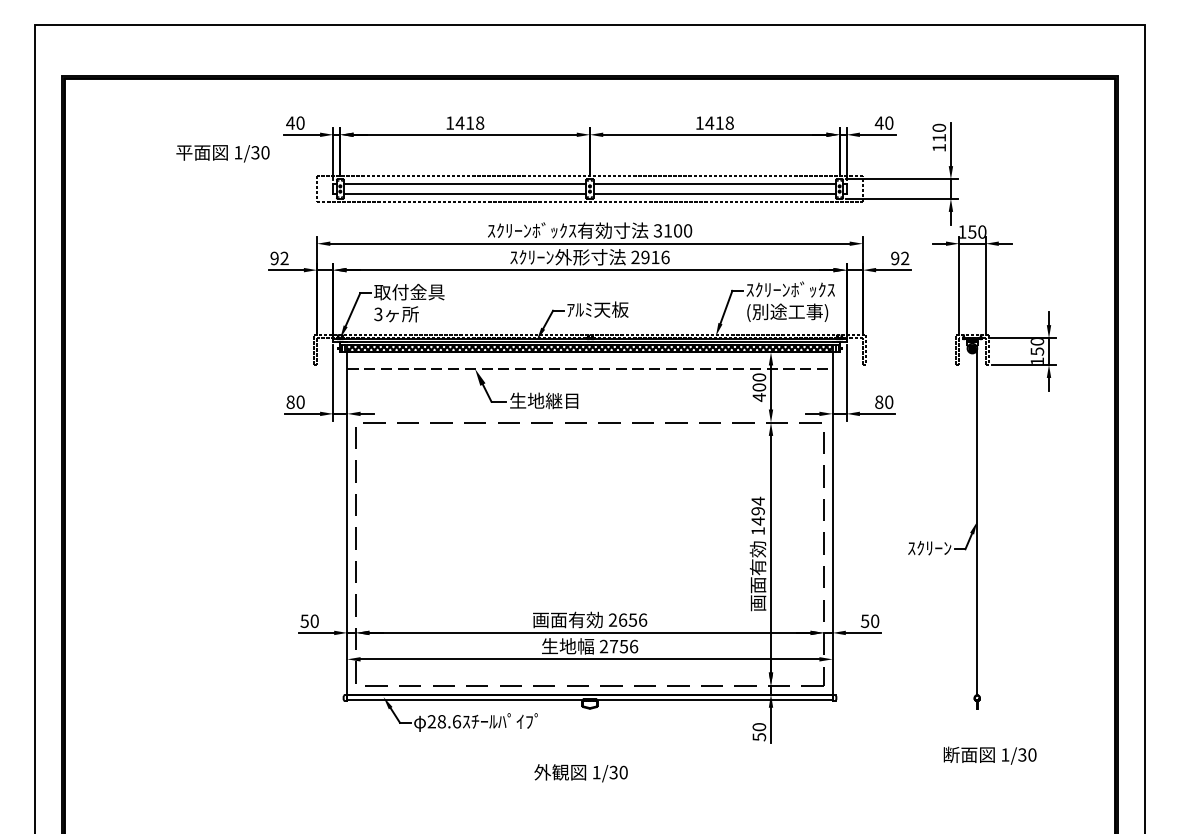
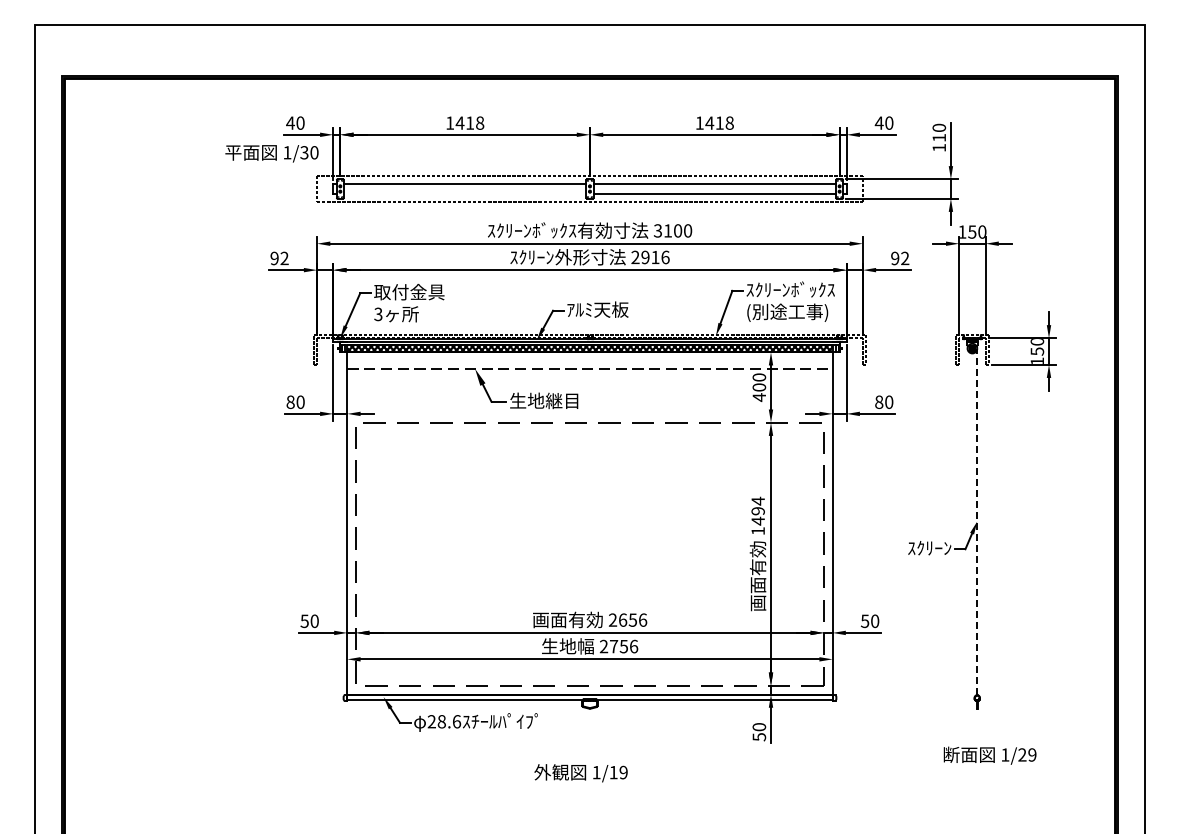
text at (222, 153) position: (222, 153) -> (271, 153)
line at (464, 194): present -> none
line at (977, 521): solid -> dashed
text at (1027, 754): 1/30 -> 1/29
text at (618, 772): 1/30 -> 1/19
